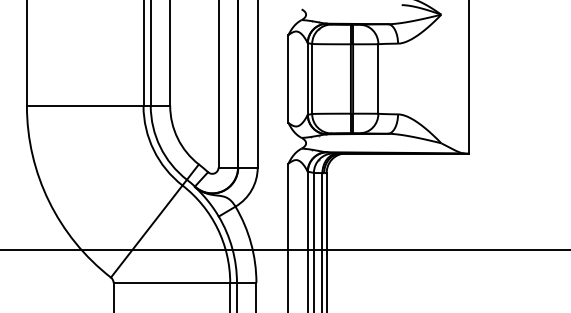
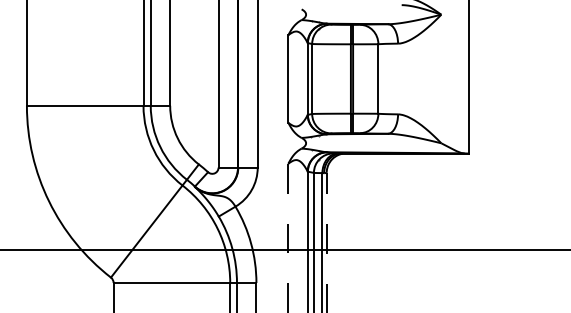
line at (288, 238): solid -> dashed
line at (326, 242): solid -> dashed
